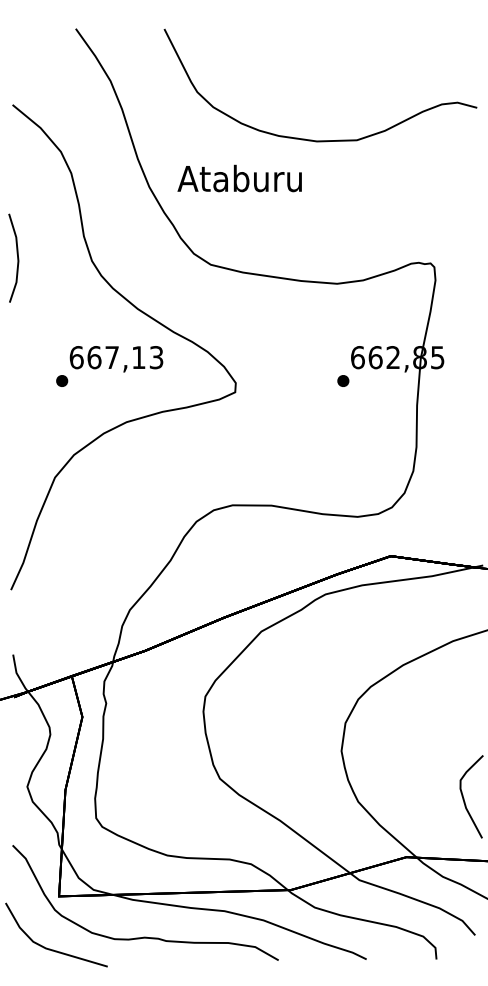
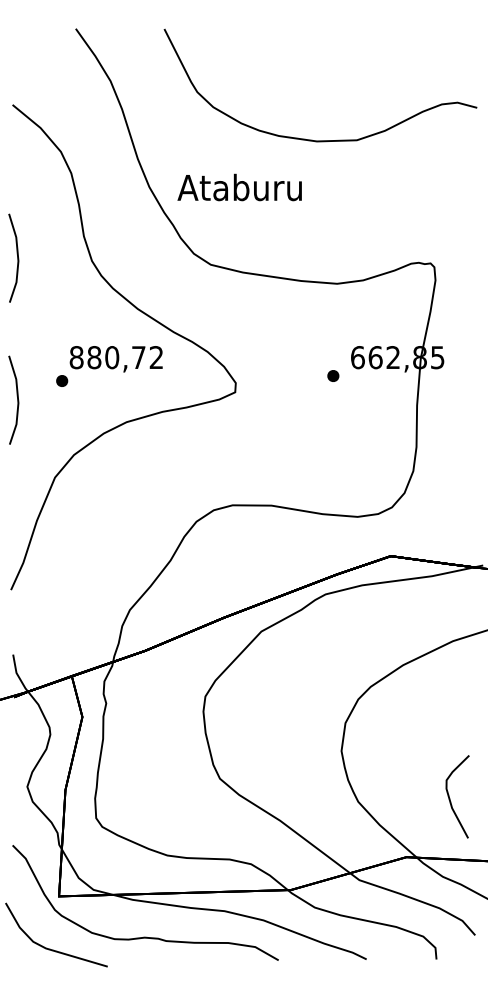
text at (239, 178) position: (239, 178) -> (239, 187)
text at (116, 357): 667,13 -> 880,72
part at (343, 380) position: (343, 380) -> (333, 375)
line at (17, 399): none -> present
part at (464, 798) position: (464, 798) -> (450, 798)
